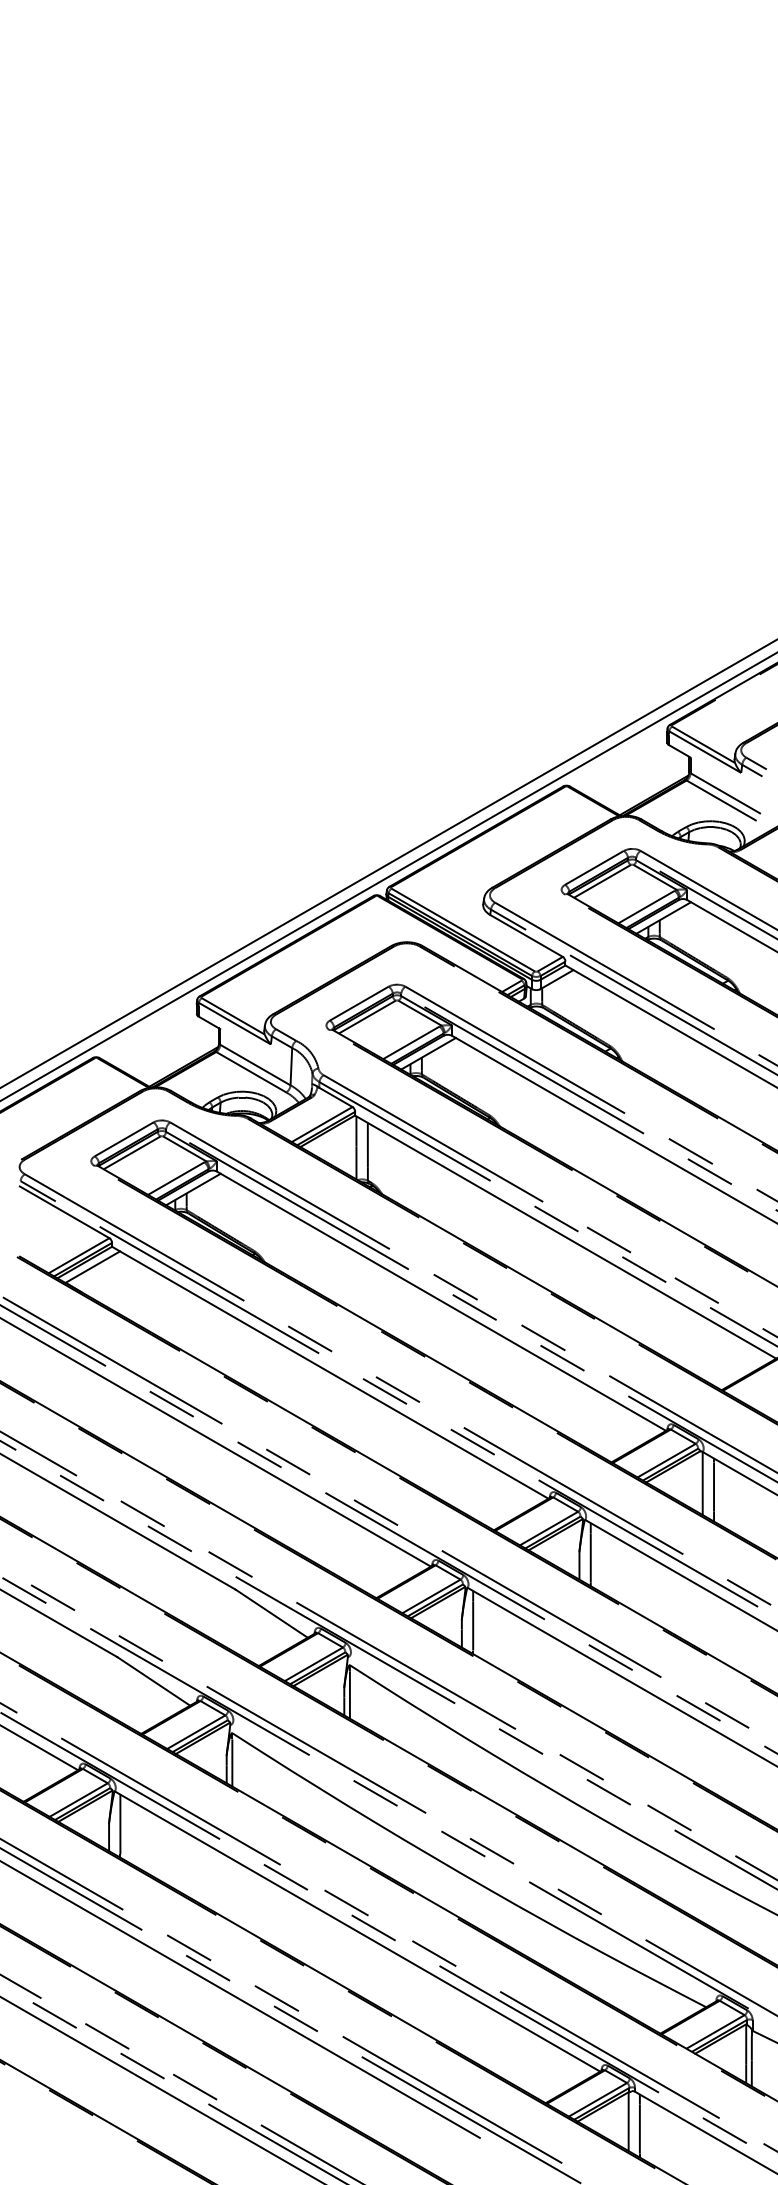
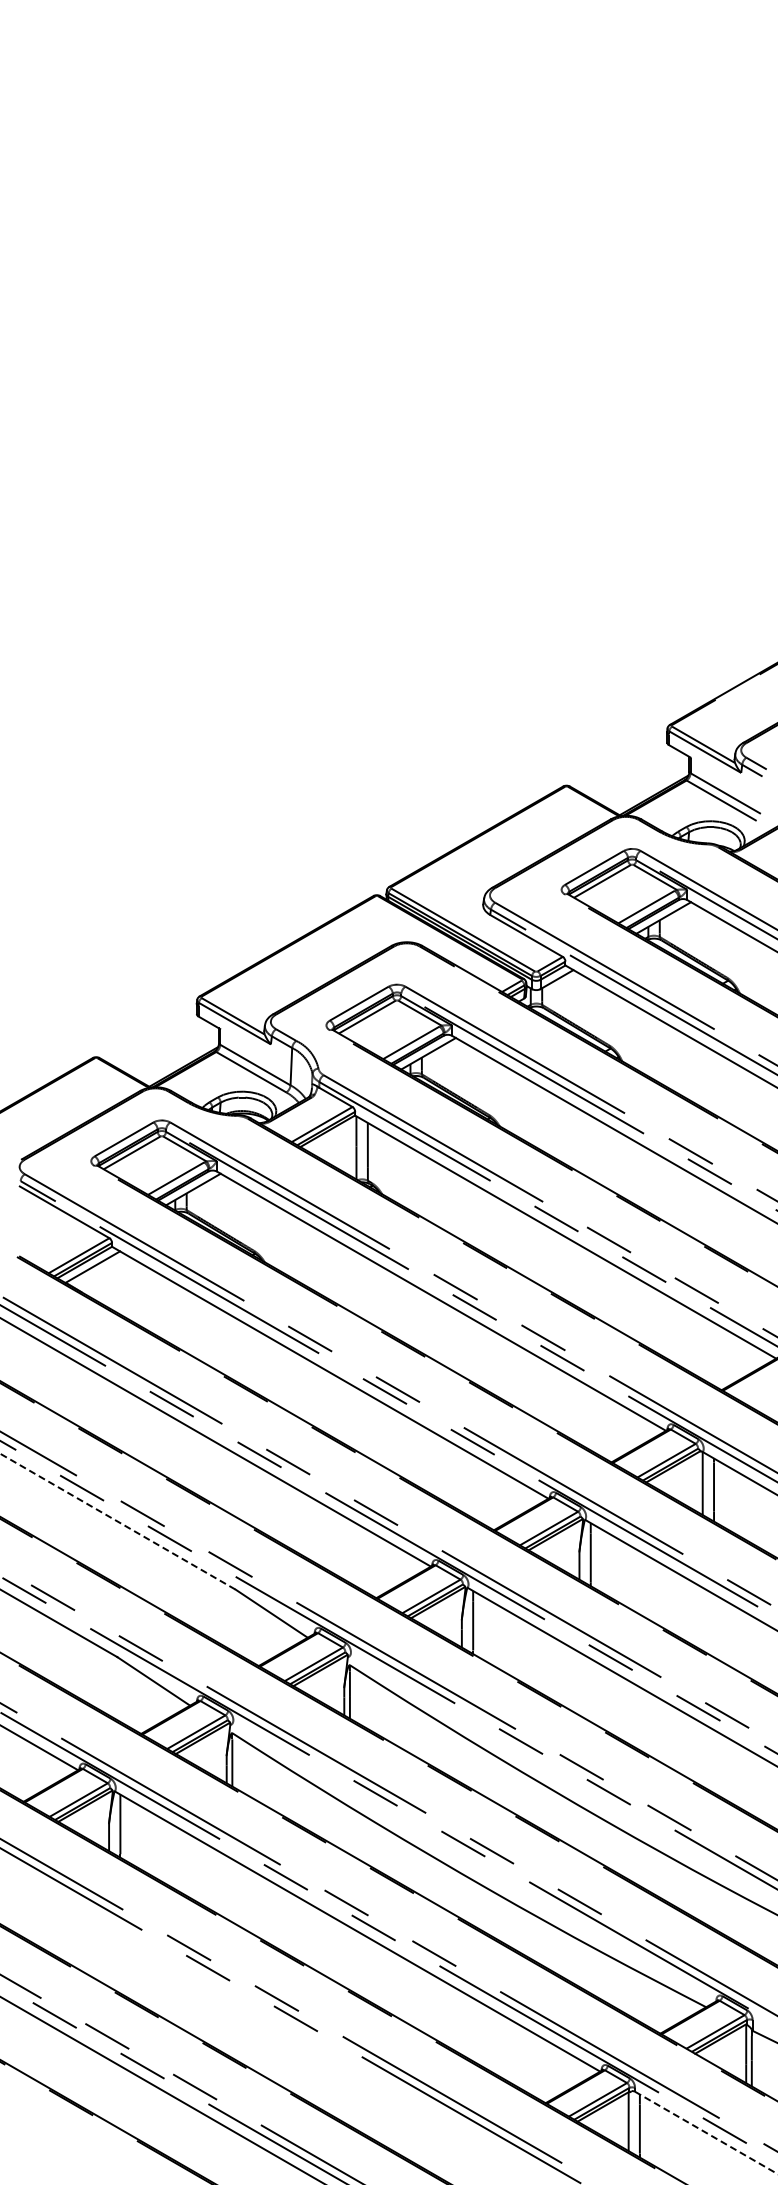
line at (388, 864): present -> none
line at (388, 877): present -> none
line at (118, 1521): solid -> dashed
line at (240, 1999): present -> none
line at (706, 2133): solid -> dashed
